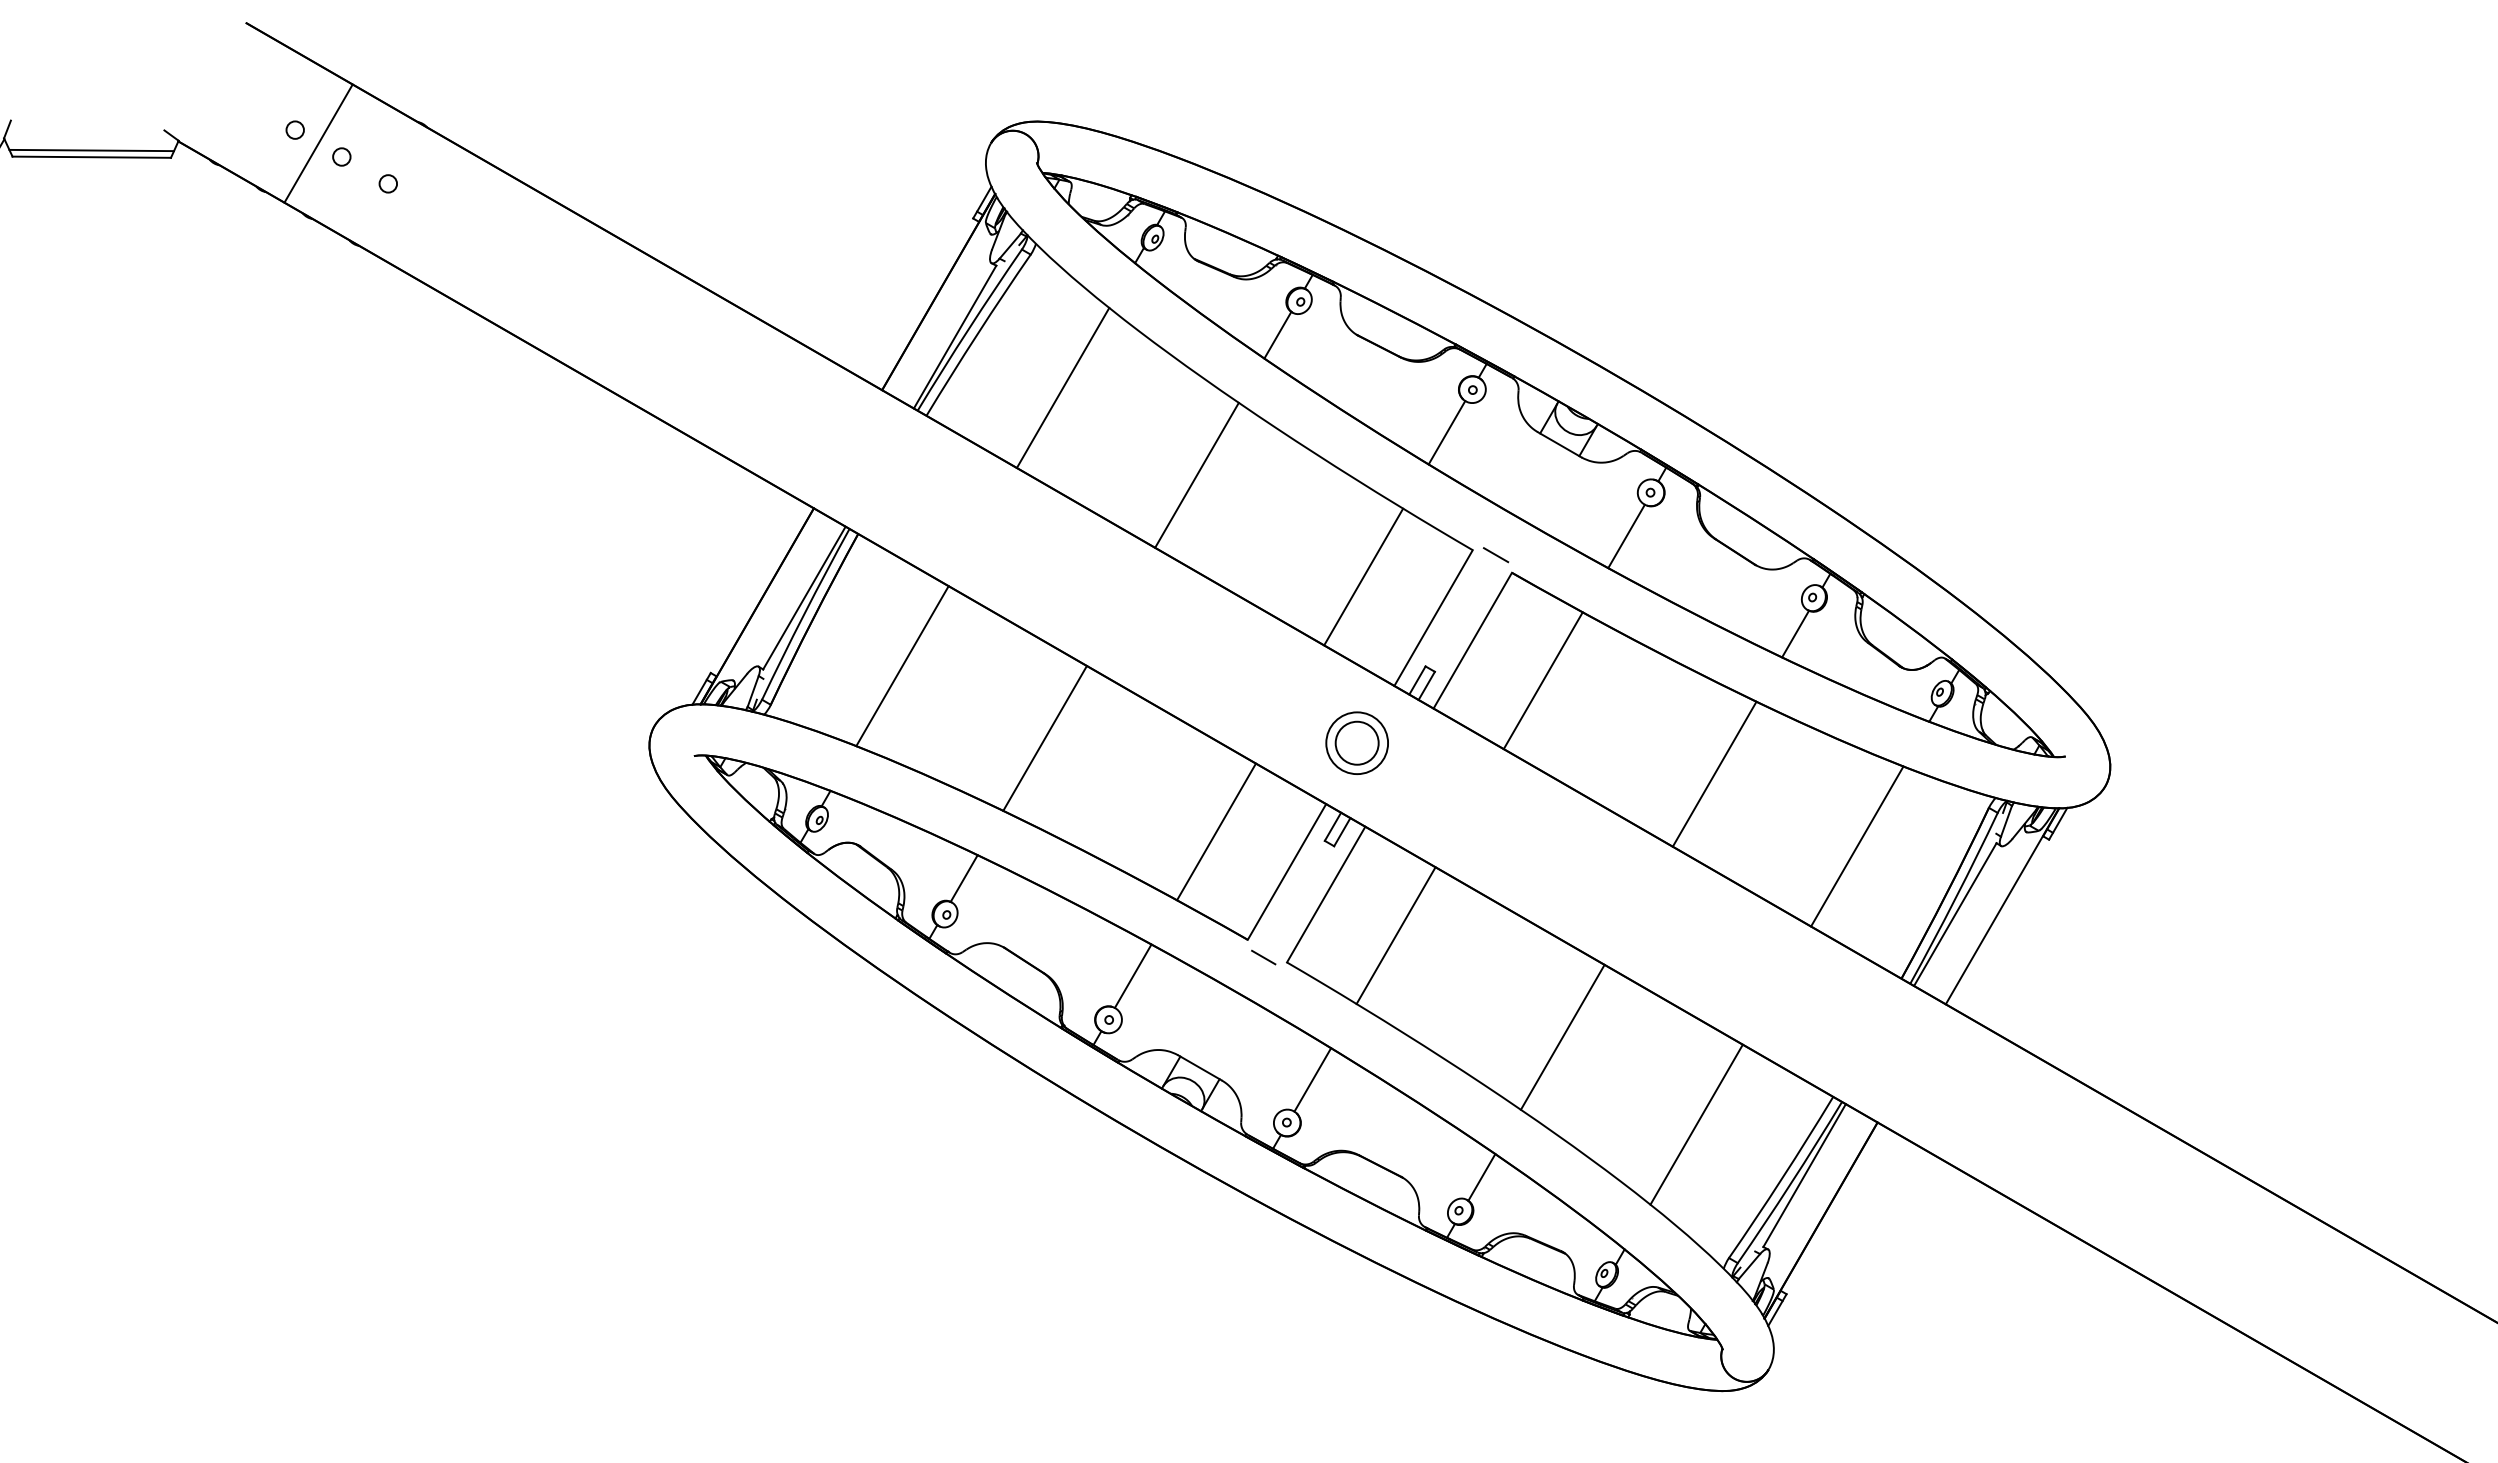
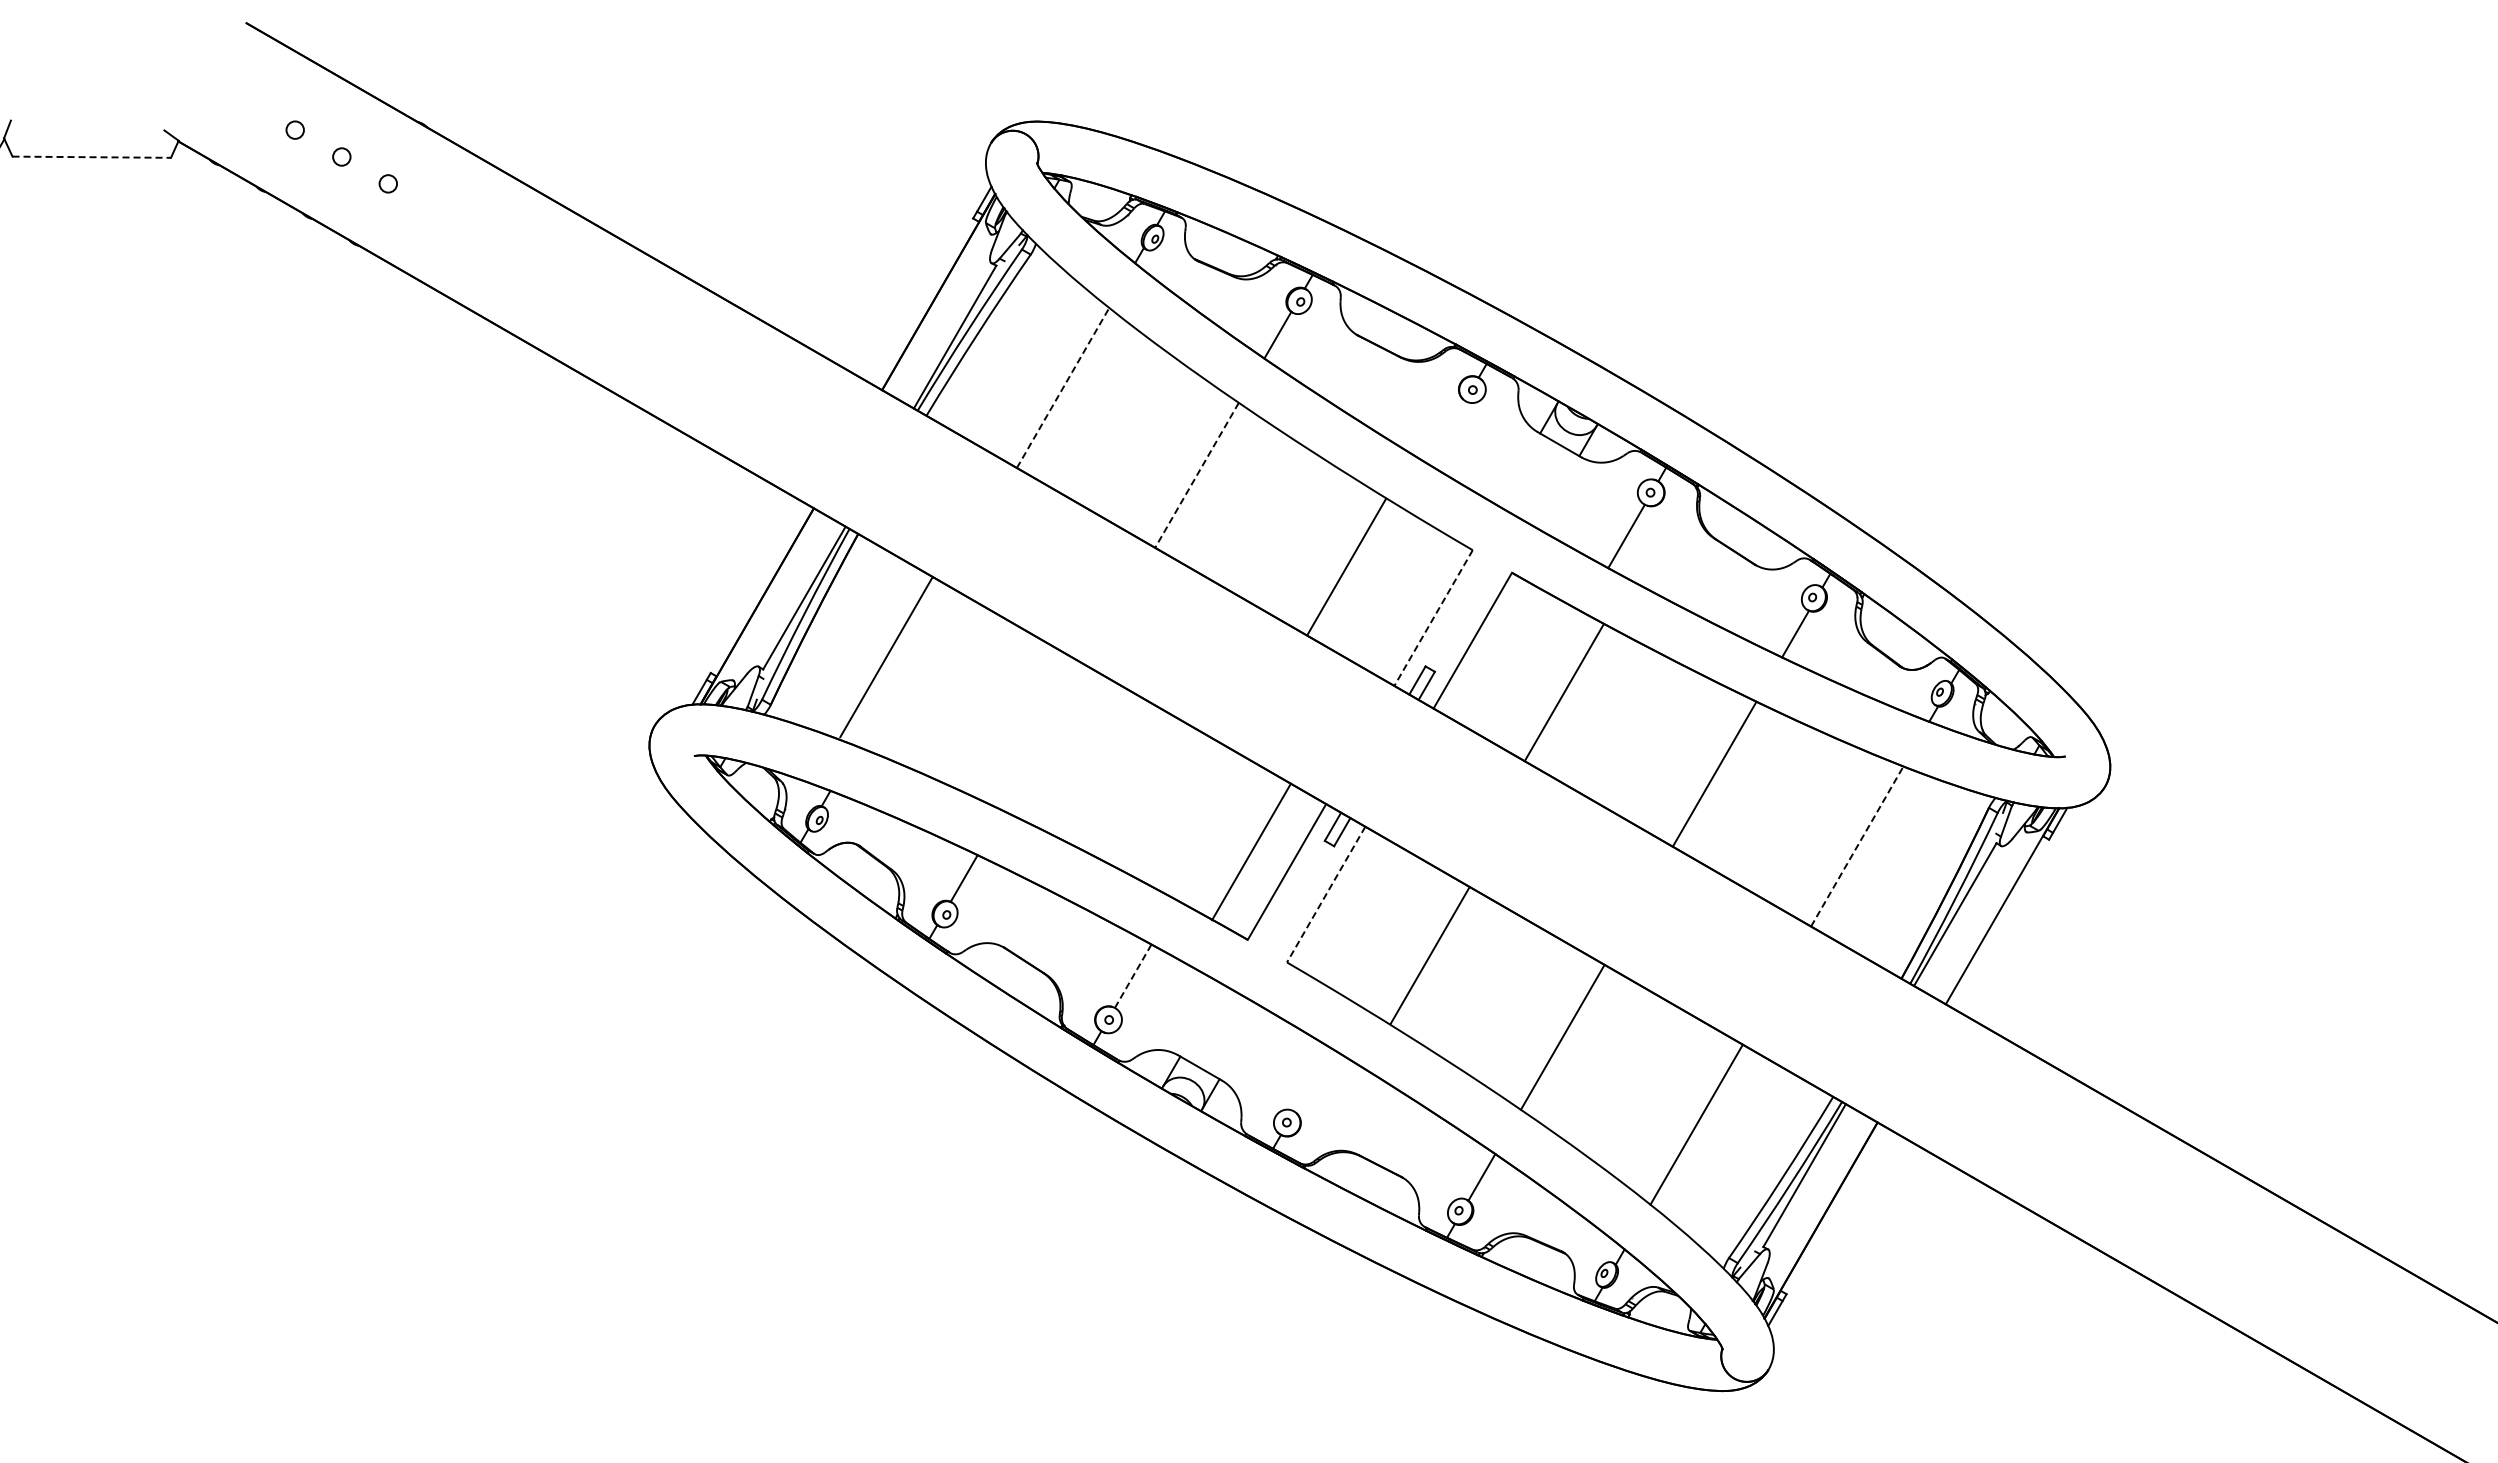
line at (318, 143): present -> none
line at (91, 150): present -> none
line at (92, 157): solid -> dashed
line at (1063, 387): solid -> dashed
line at (1446, 432): present -> none
line at (1196, 475): solid -> dashed
line at (1495, 555): present -> none
line at (1363, 576) position: (1363, 576) -> (1346, 566)
line at (1433, 618): solid -> dashed
line at (902, 666) position: (902, 666) -> (886, 657)
line at (1542, 680) position: (1542, 680) -> (1563, 692)
line at (1044, 737): present -> none
part at (1356, 742): present -> none
line at (1216, 831) position: (1216, 831) -> (1251, 851)
line at (1857, 846): solid -> dashed
line at (1325, 895): solid -> dashed
line at (1395, 935) position: (1395, 935) -> (1429, 955)
line at (1263, 957): present -> none
line at (1133, 976): solid -> dashed
line at (1312, 1079): present -> none
